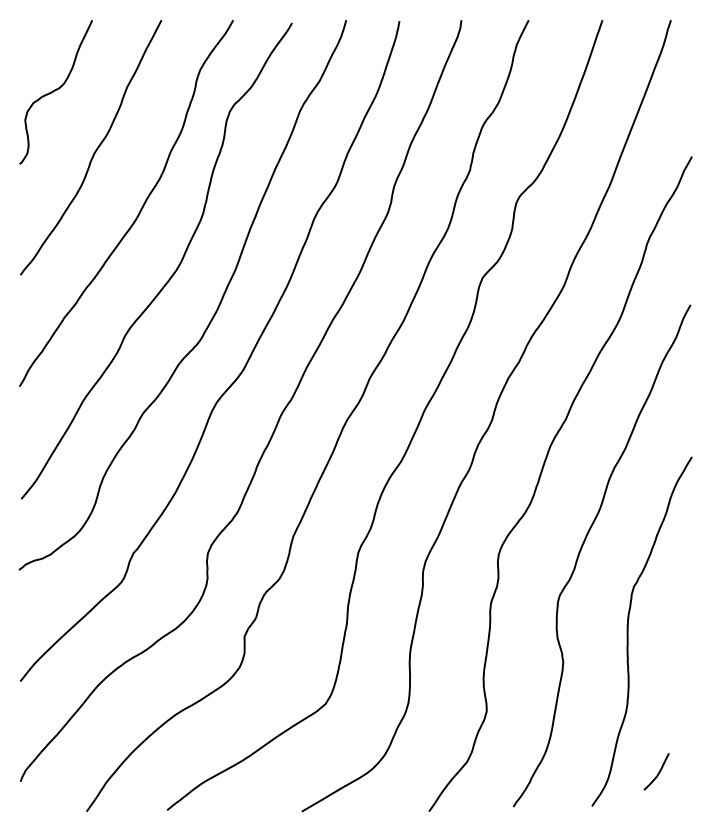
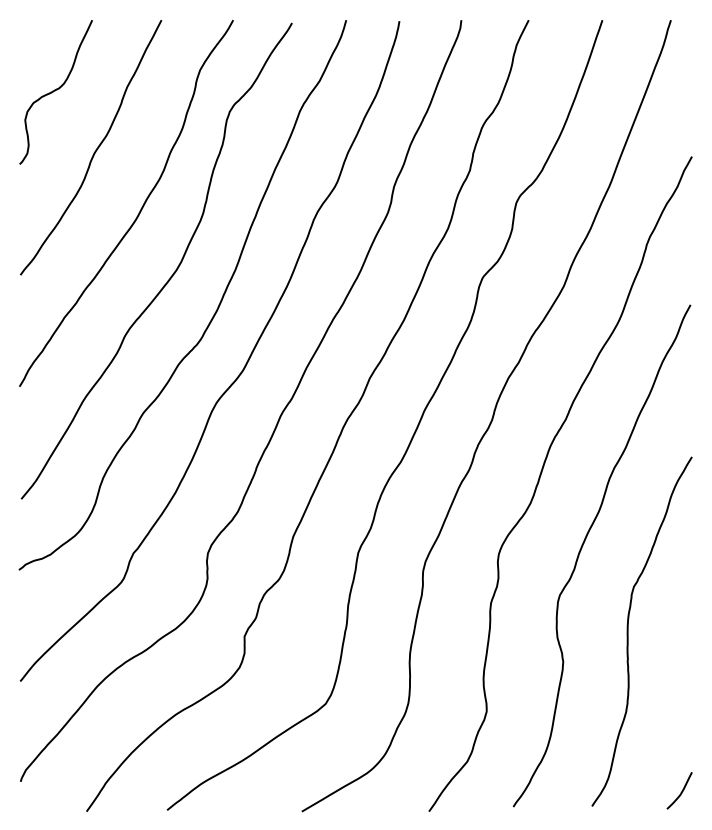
curve at (658, 771) position: (658, 771) -> (681, 790)
